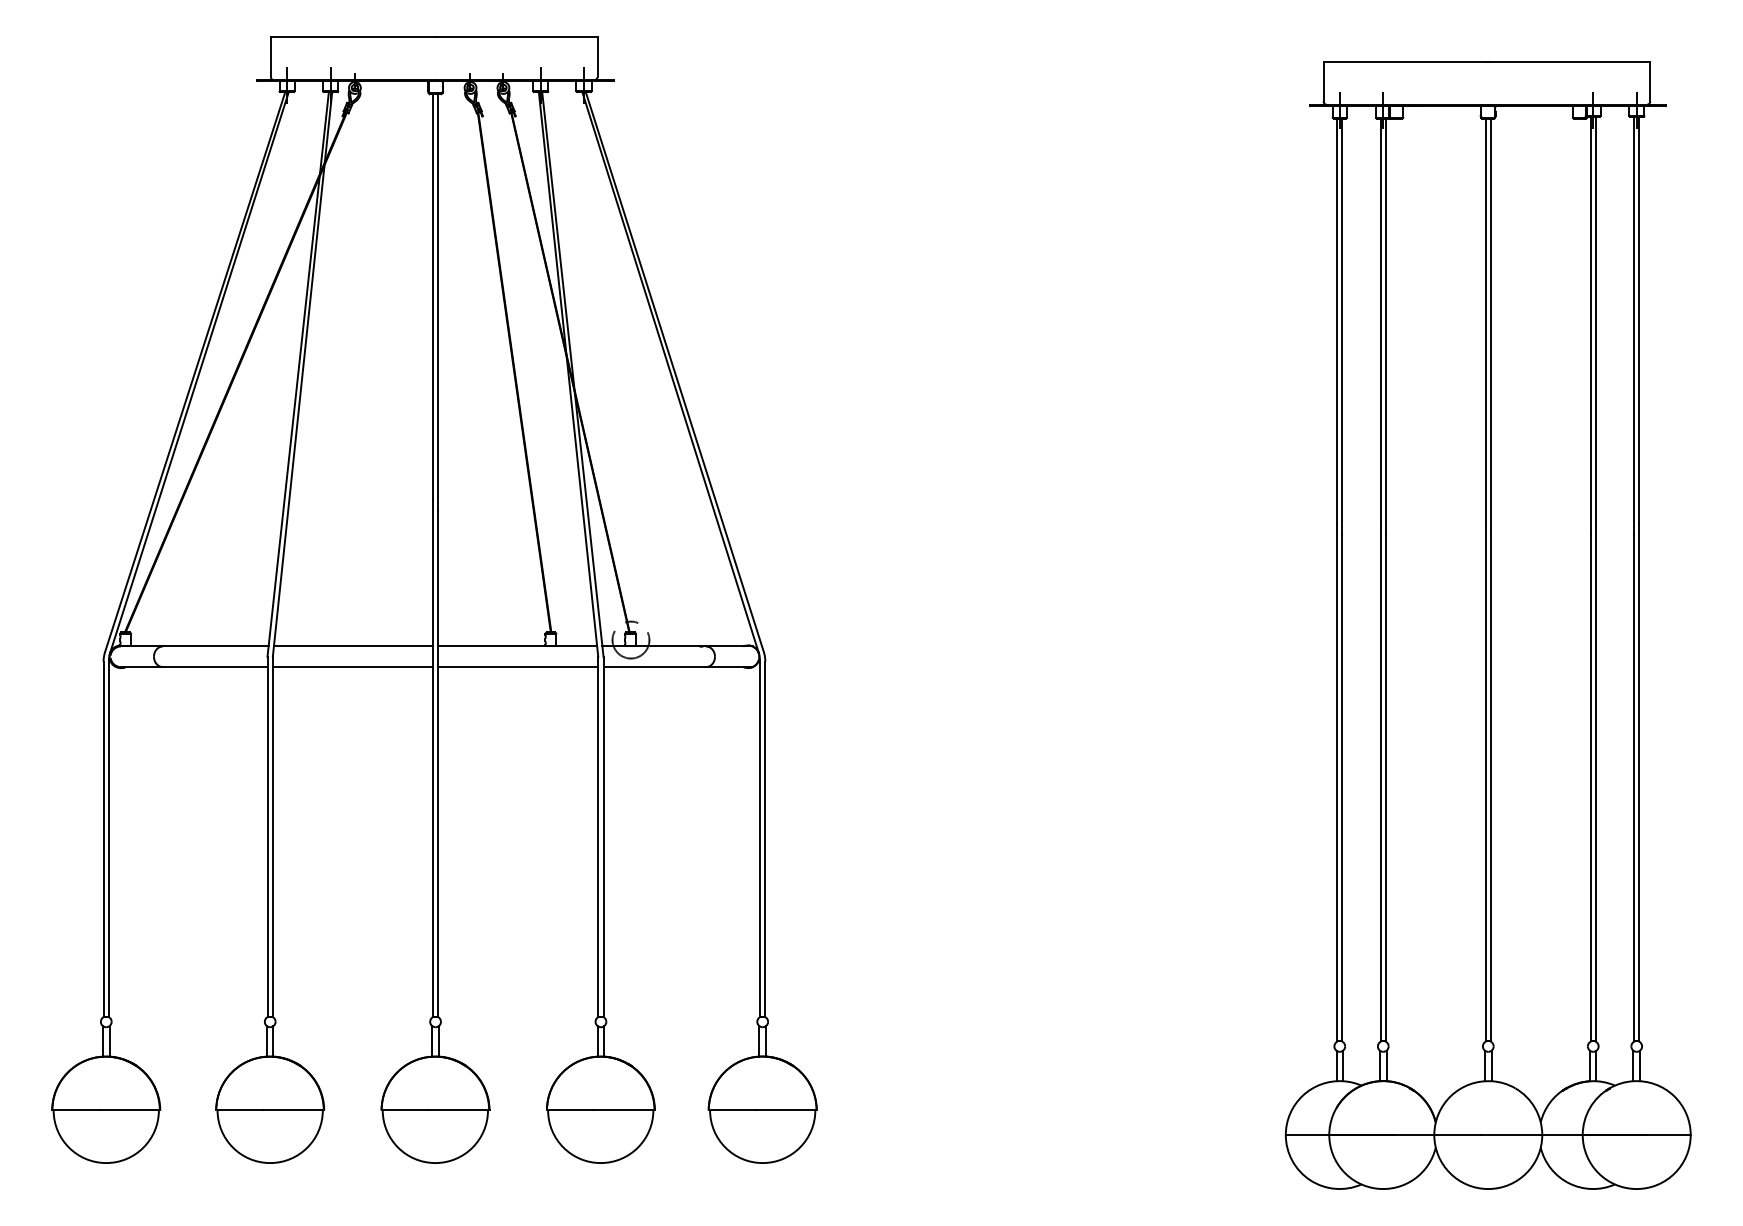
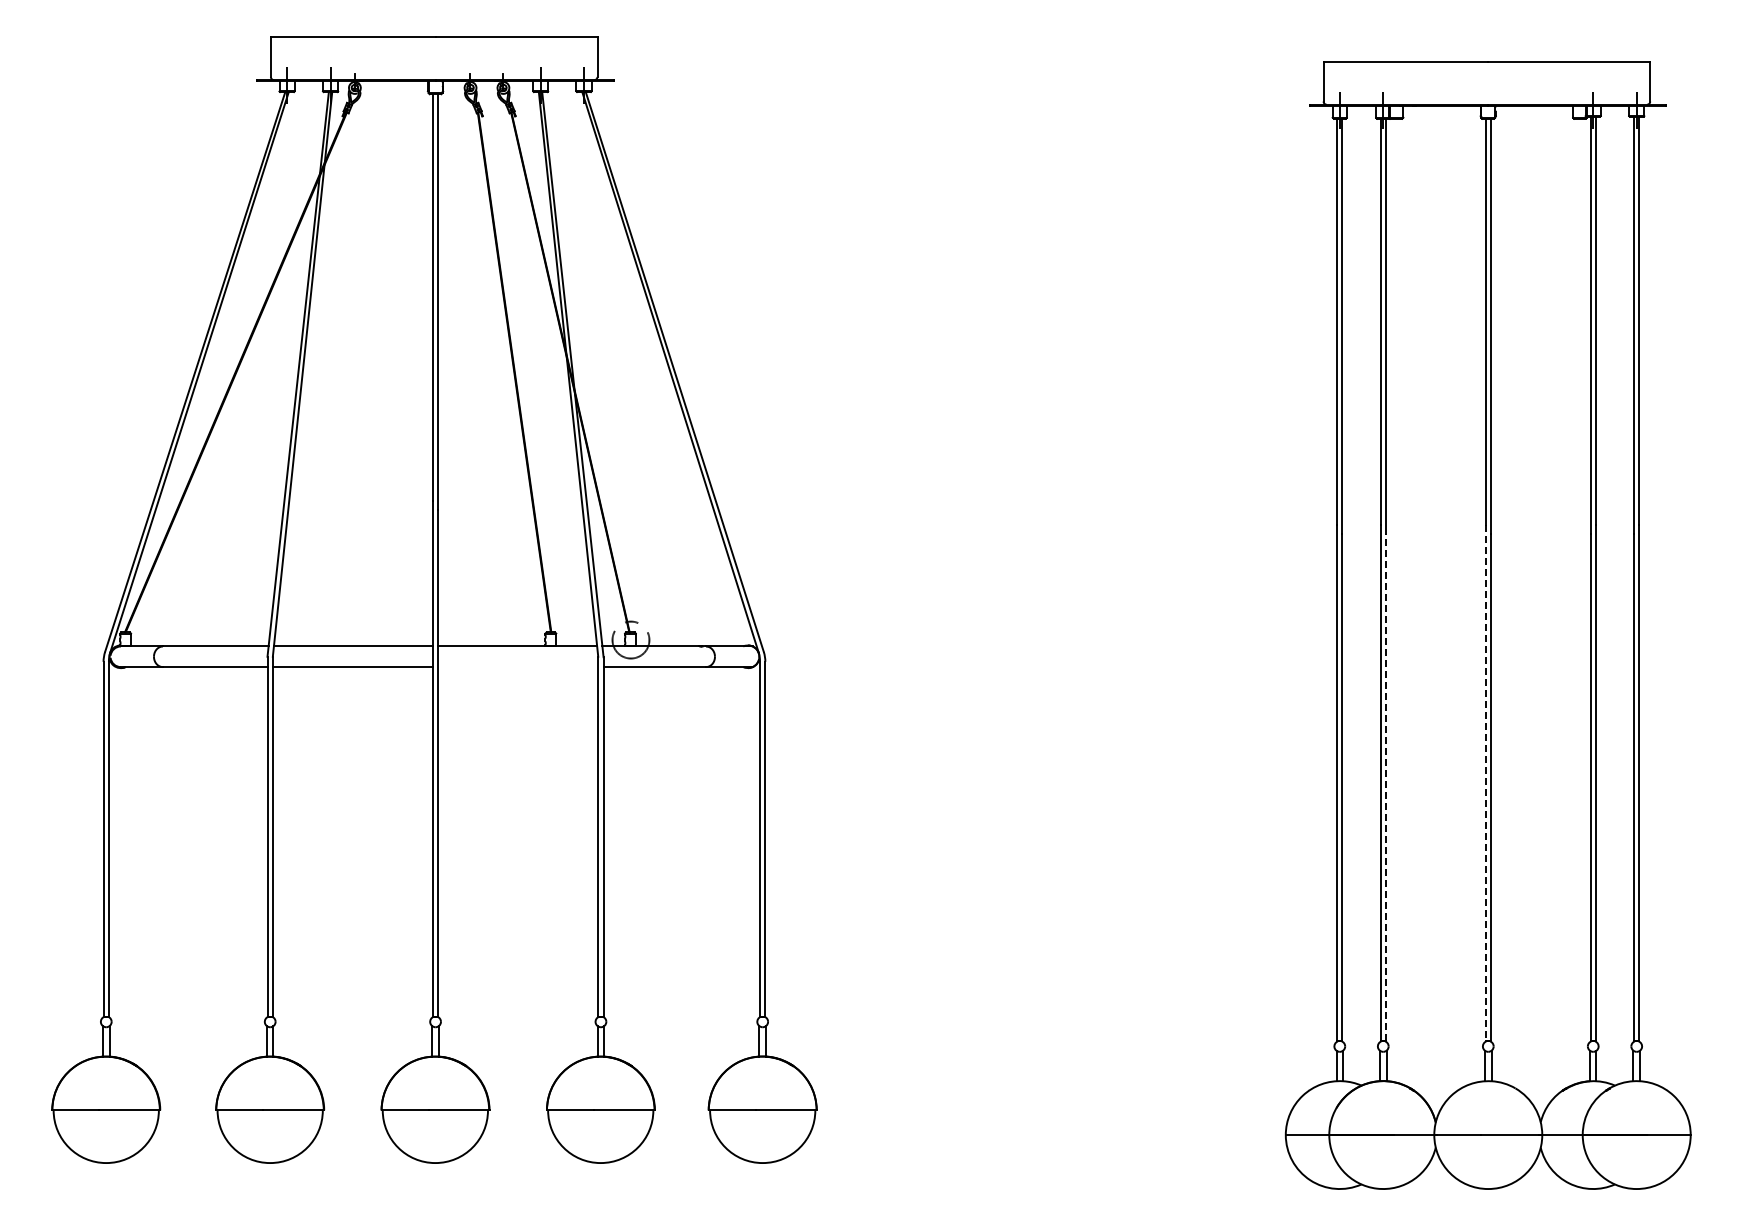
line at (518, 667): present -> none
line at (1485, 783): solid -> dashed
line at (1385, 787): solid -> dashed
